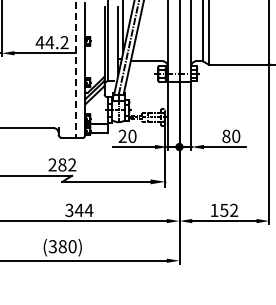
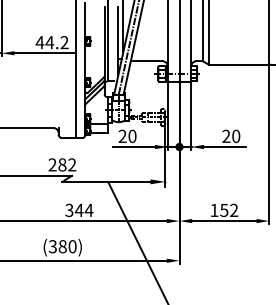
line at (76, 68): dashed -> solid
text at (226, 136): 80 -> 20
line at (137, 241): none -> present
